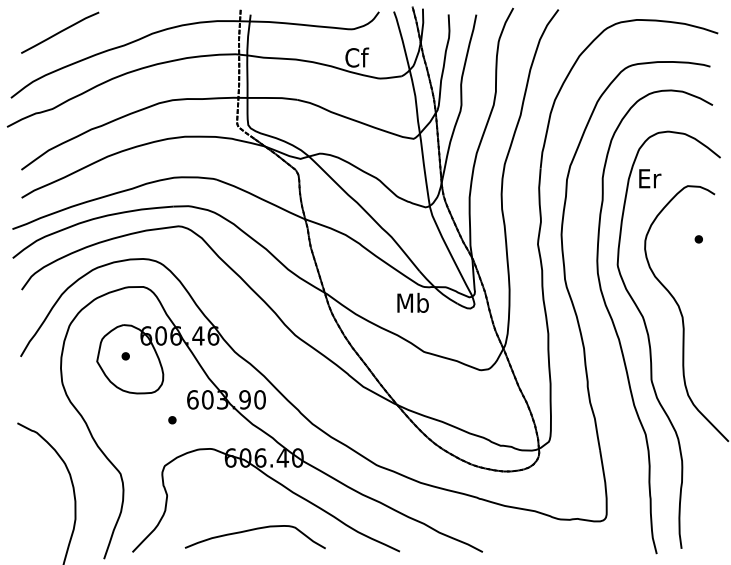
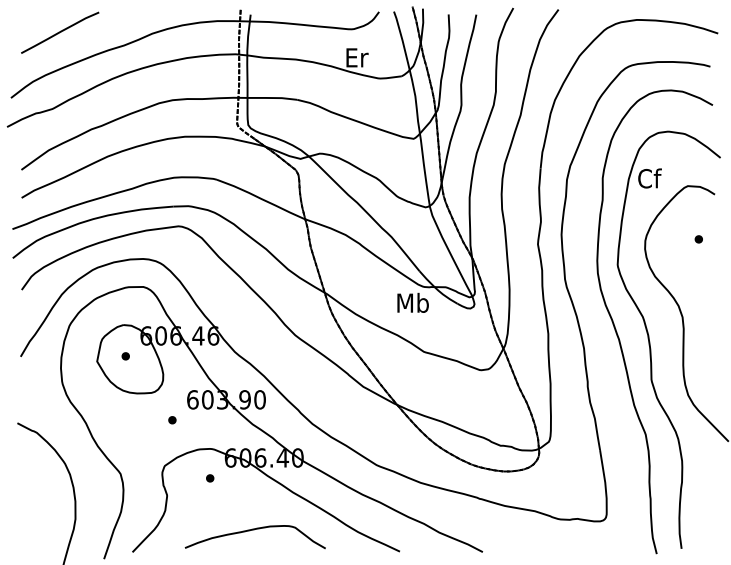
text at (357, 57): Cf -> Er
text at (649, 178): Er -> Cf
part at (210, 478): none -> present
